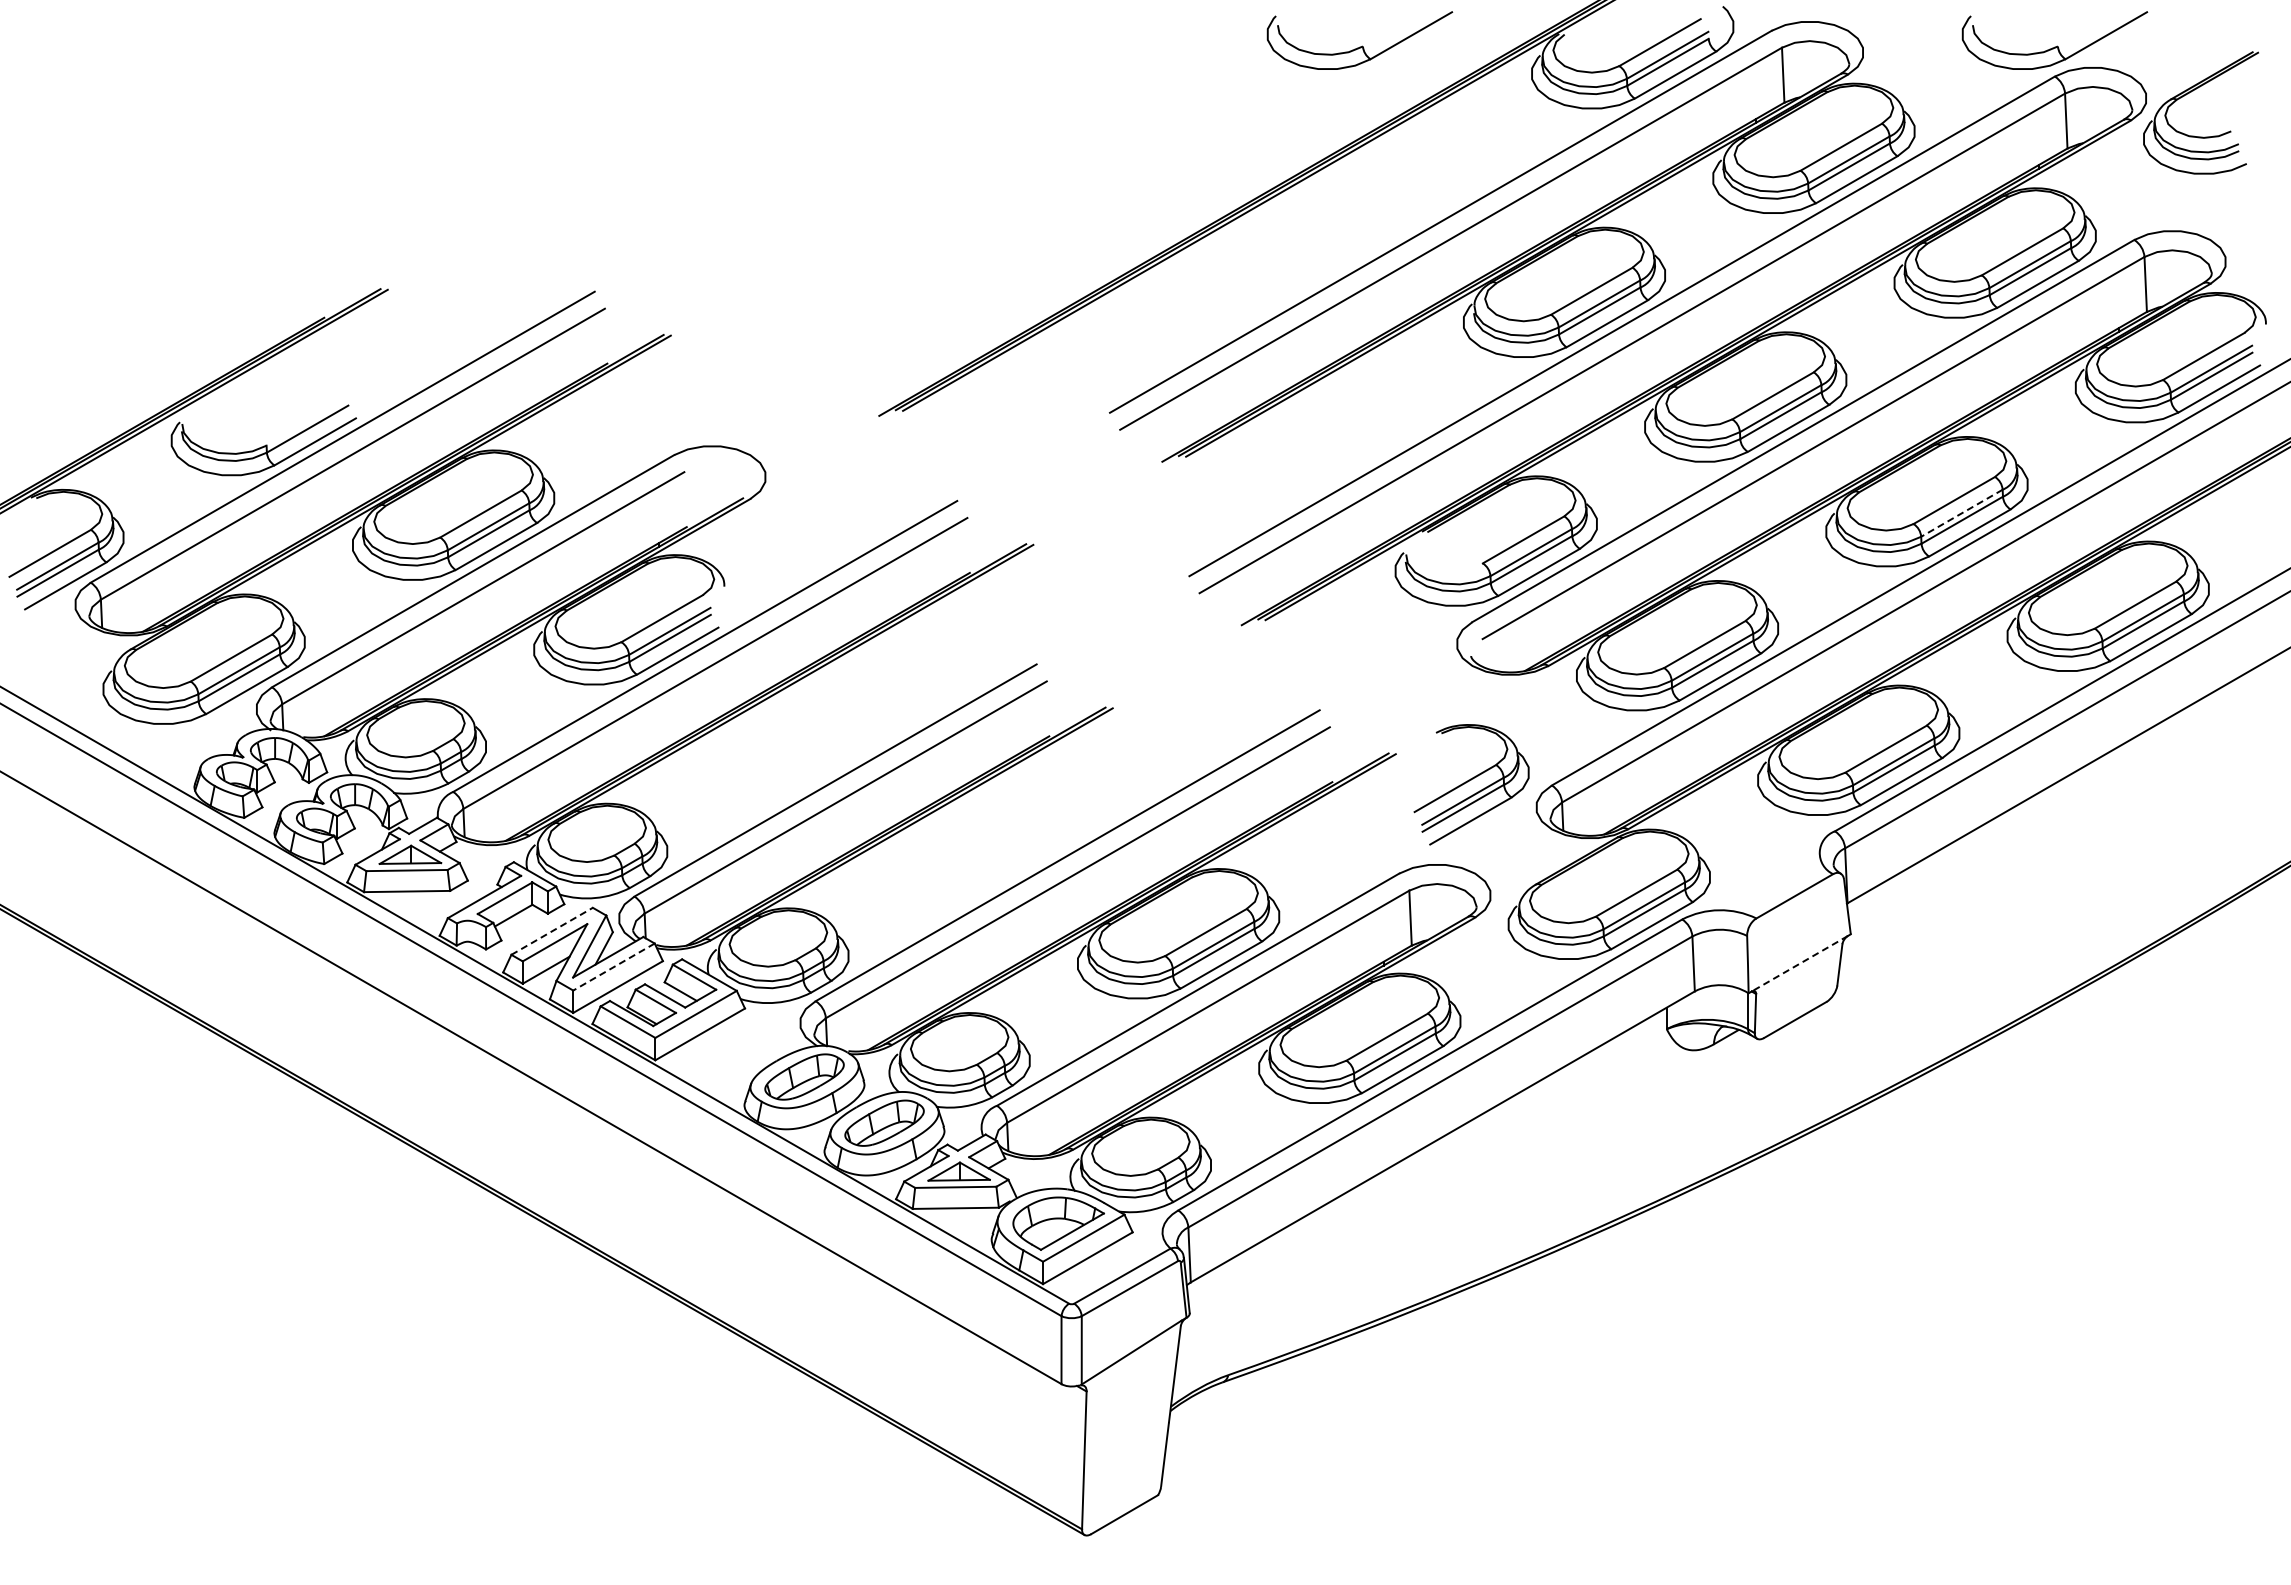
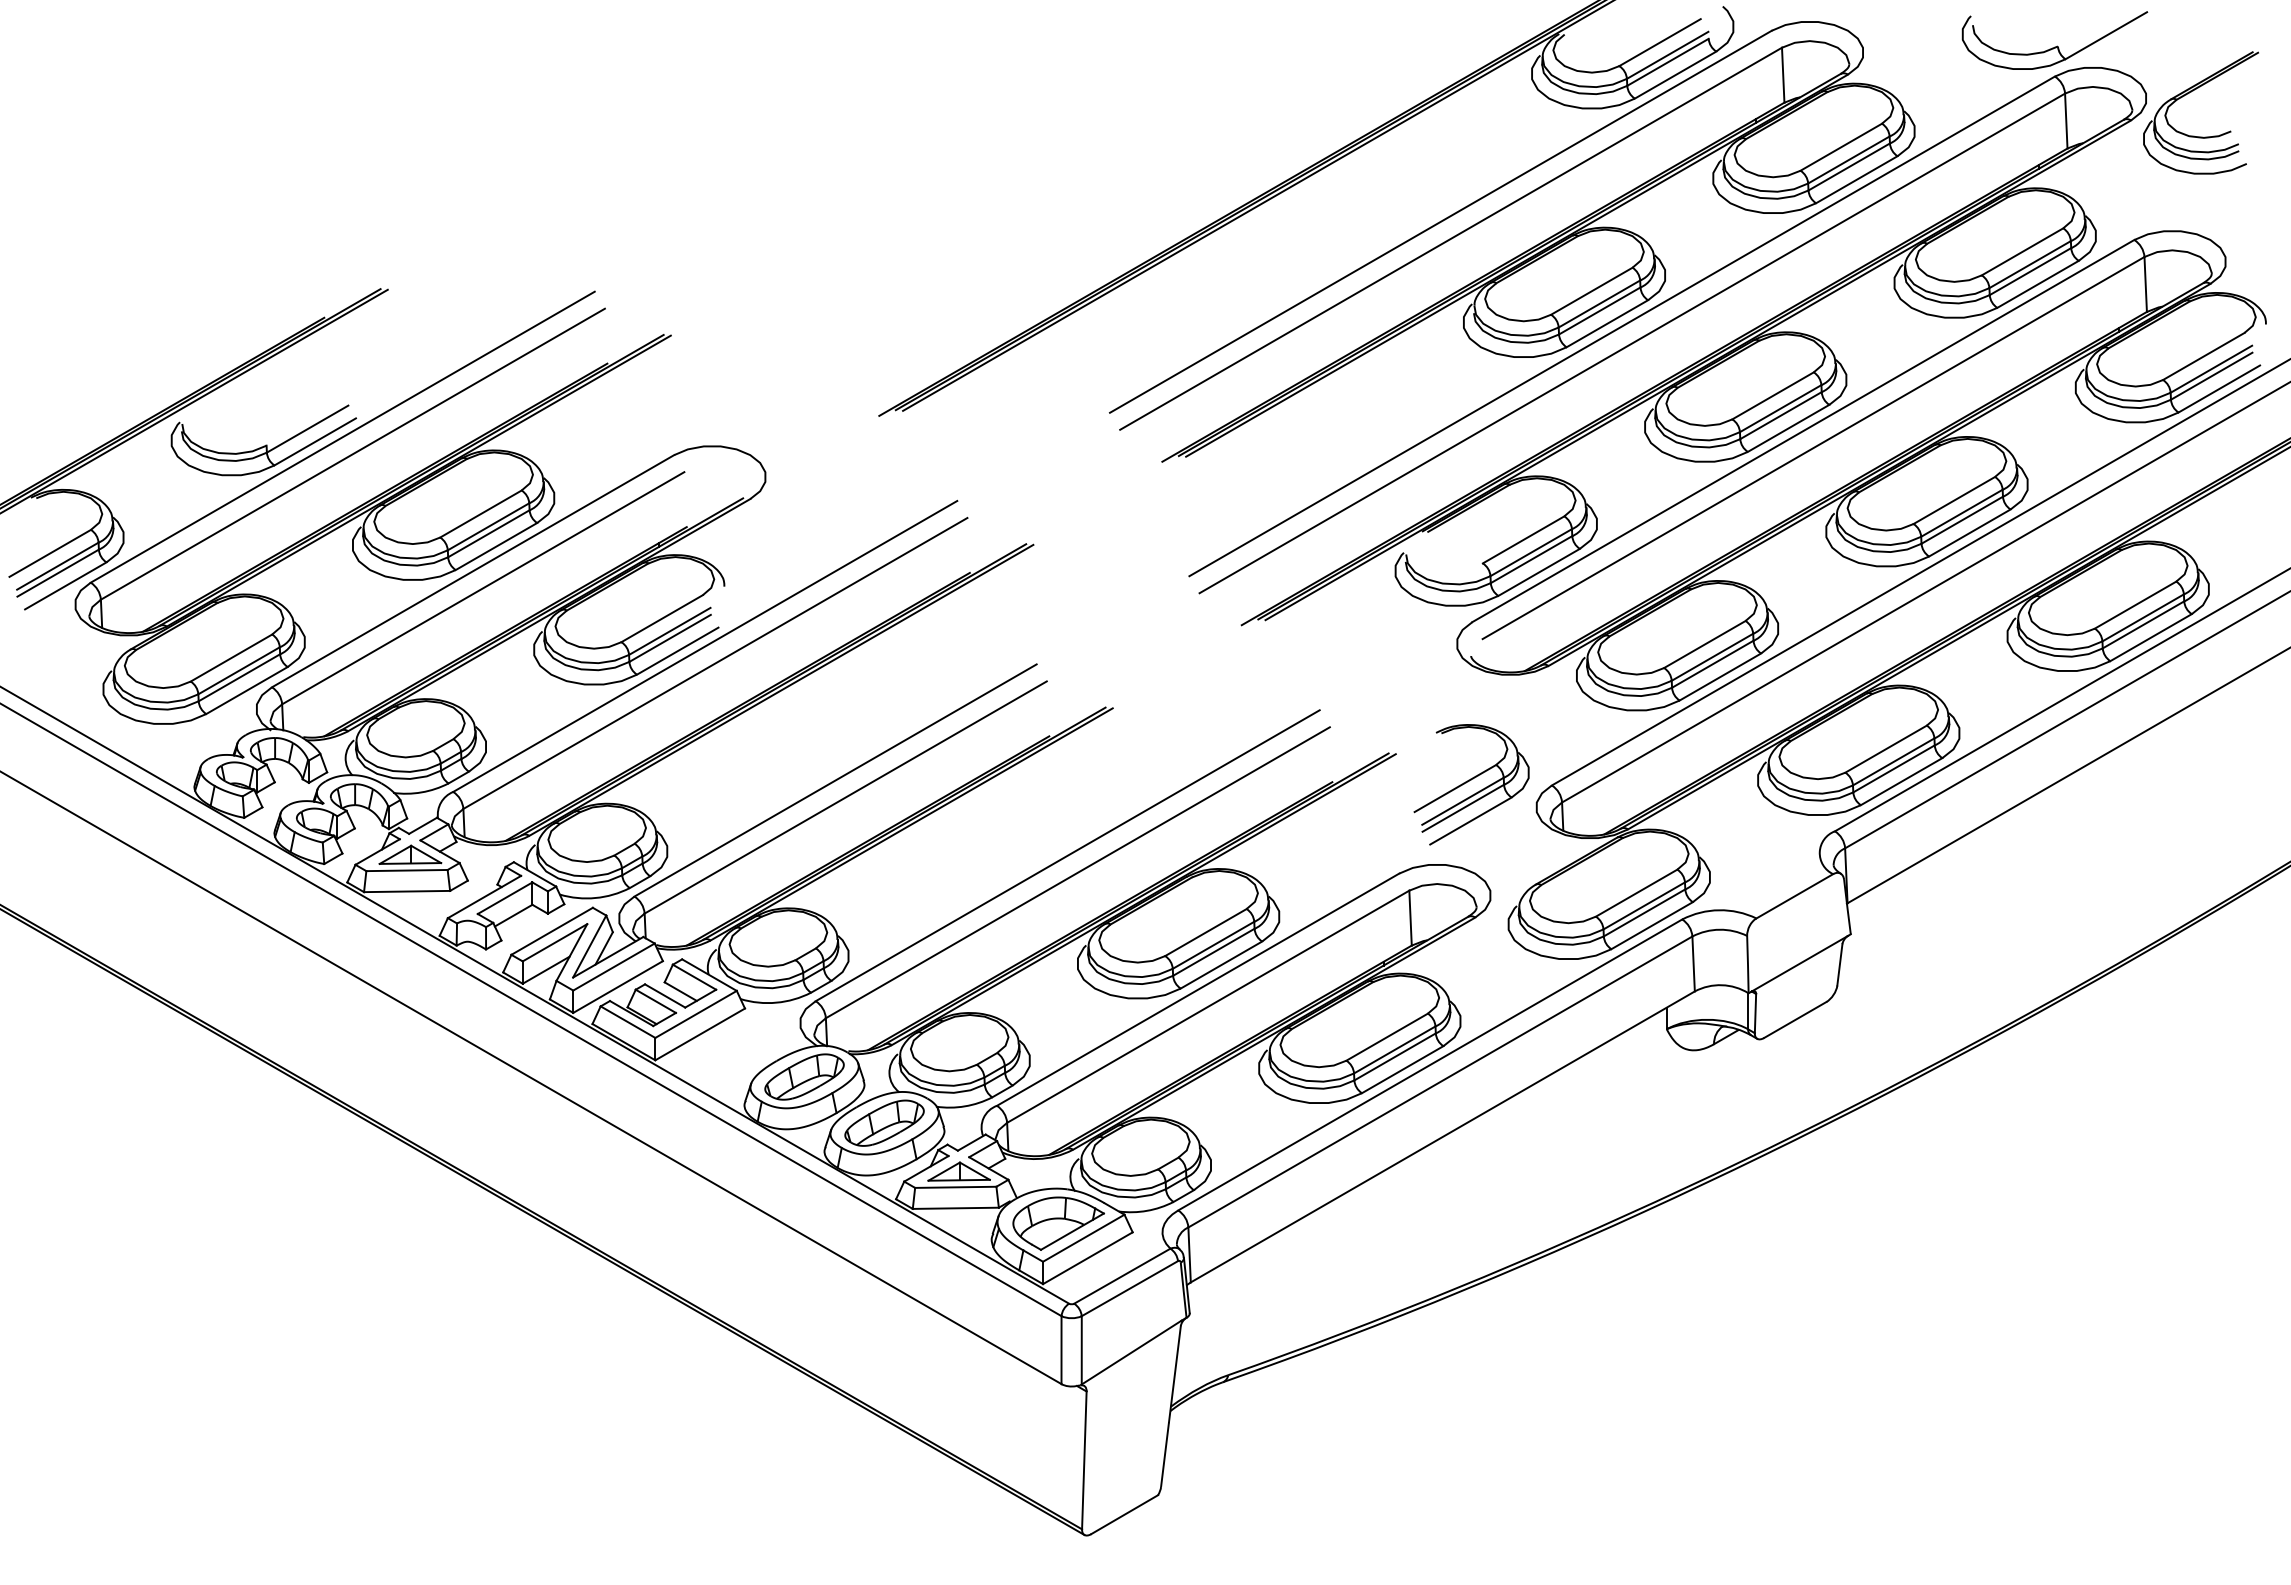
part at (1359, 40): present -> none
line at (1961, 513): dashed -> solid
line at (552, 931): dashed -> solid
line at (1799, 963): dashed -> solid
line at (613, 967): dashed -> solid
